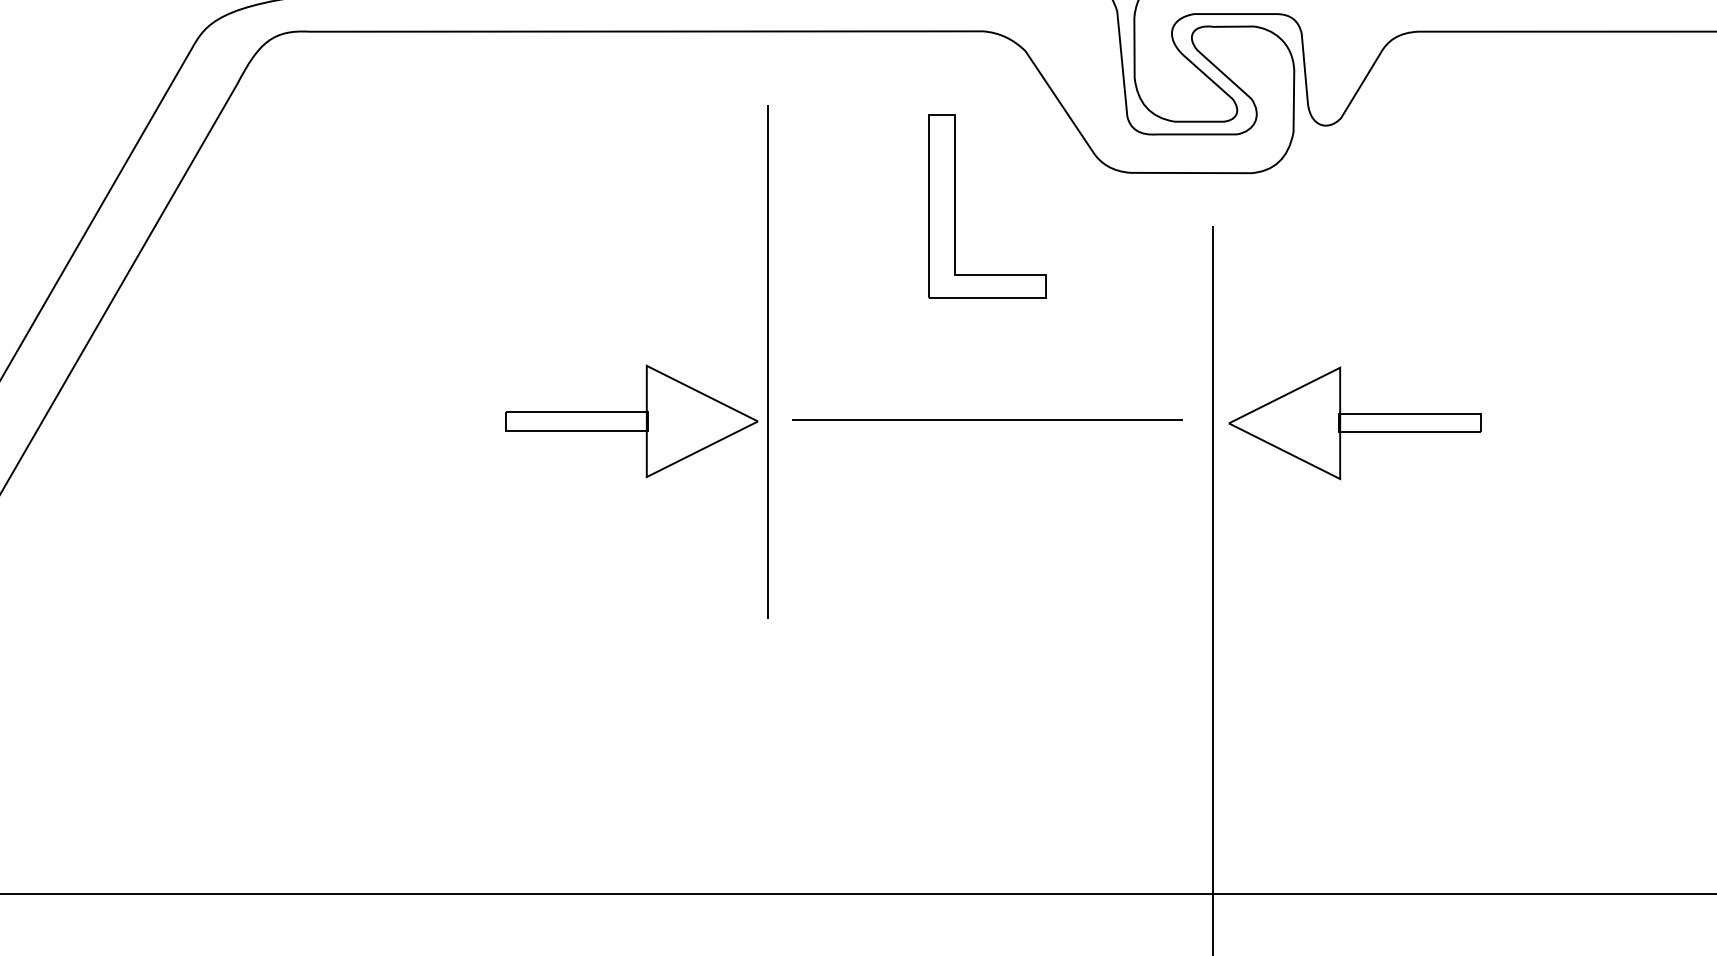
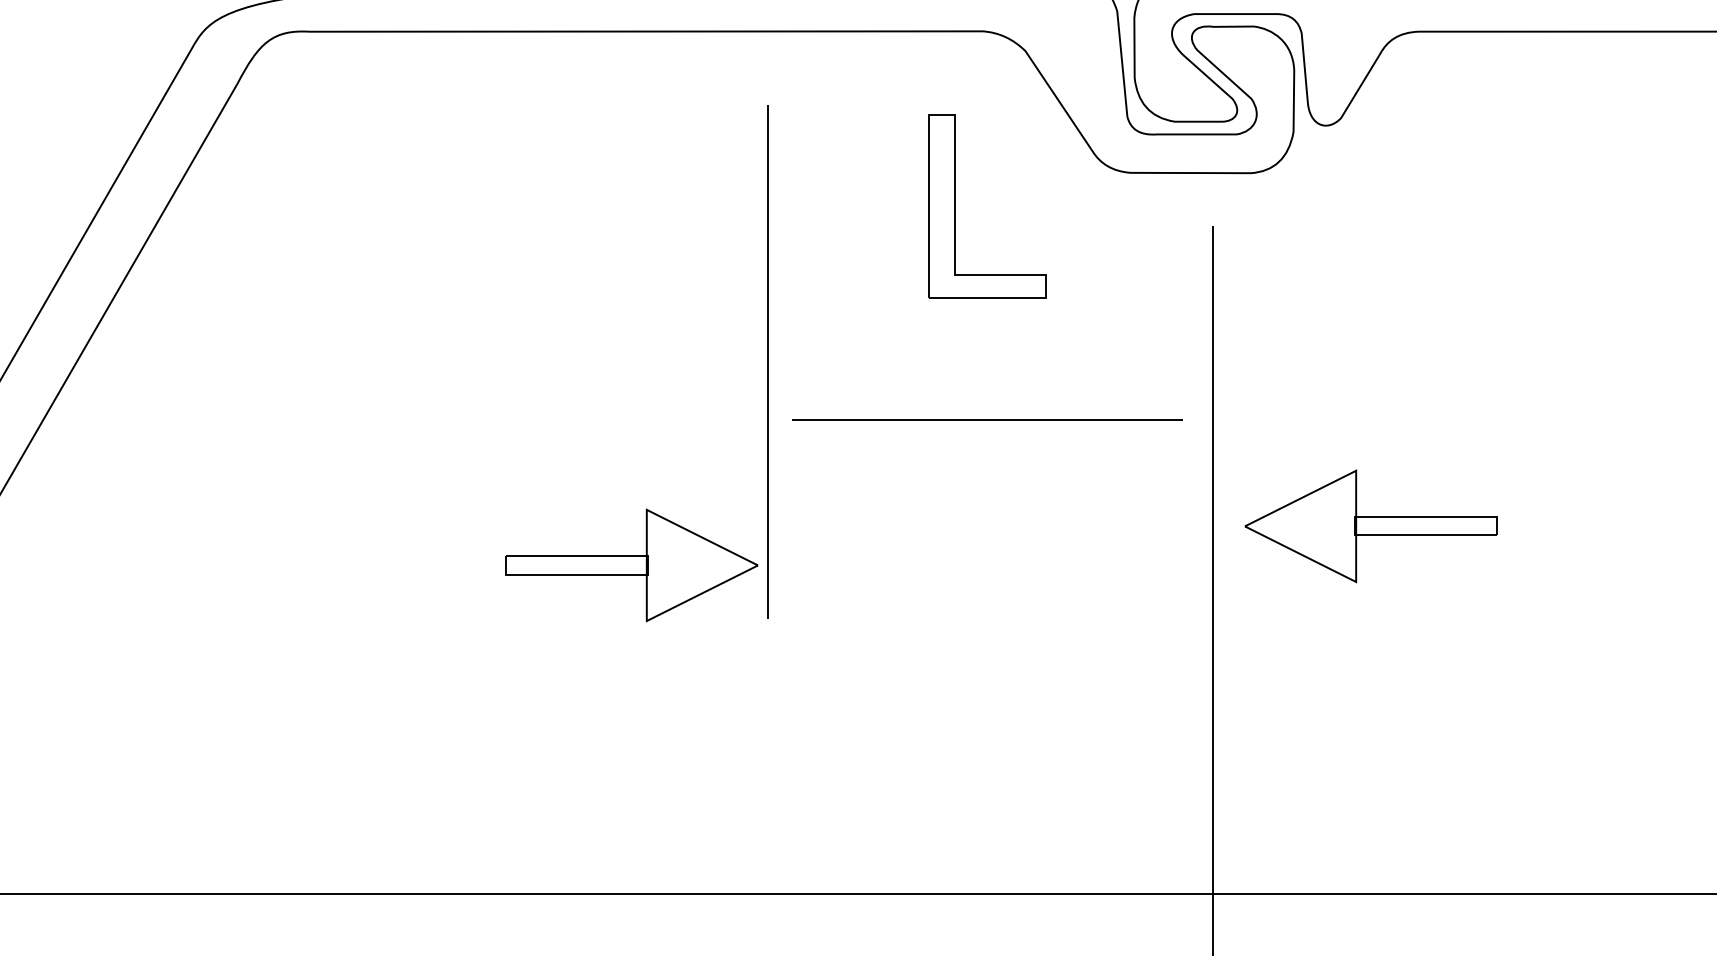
part at (631, 421) position: (631, 421) -> (631, 565)
part at (1354, 423) position: (1354, 423) -> (1370, 526)
